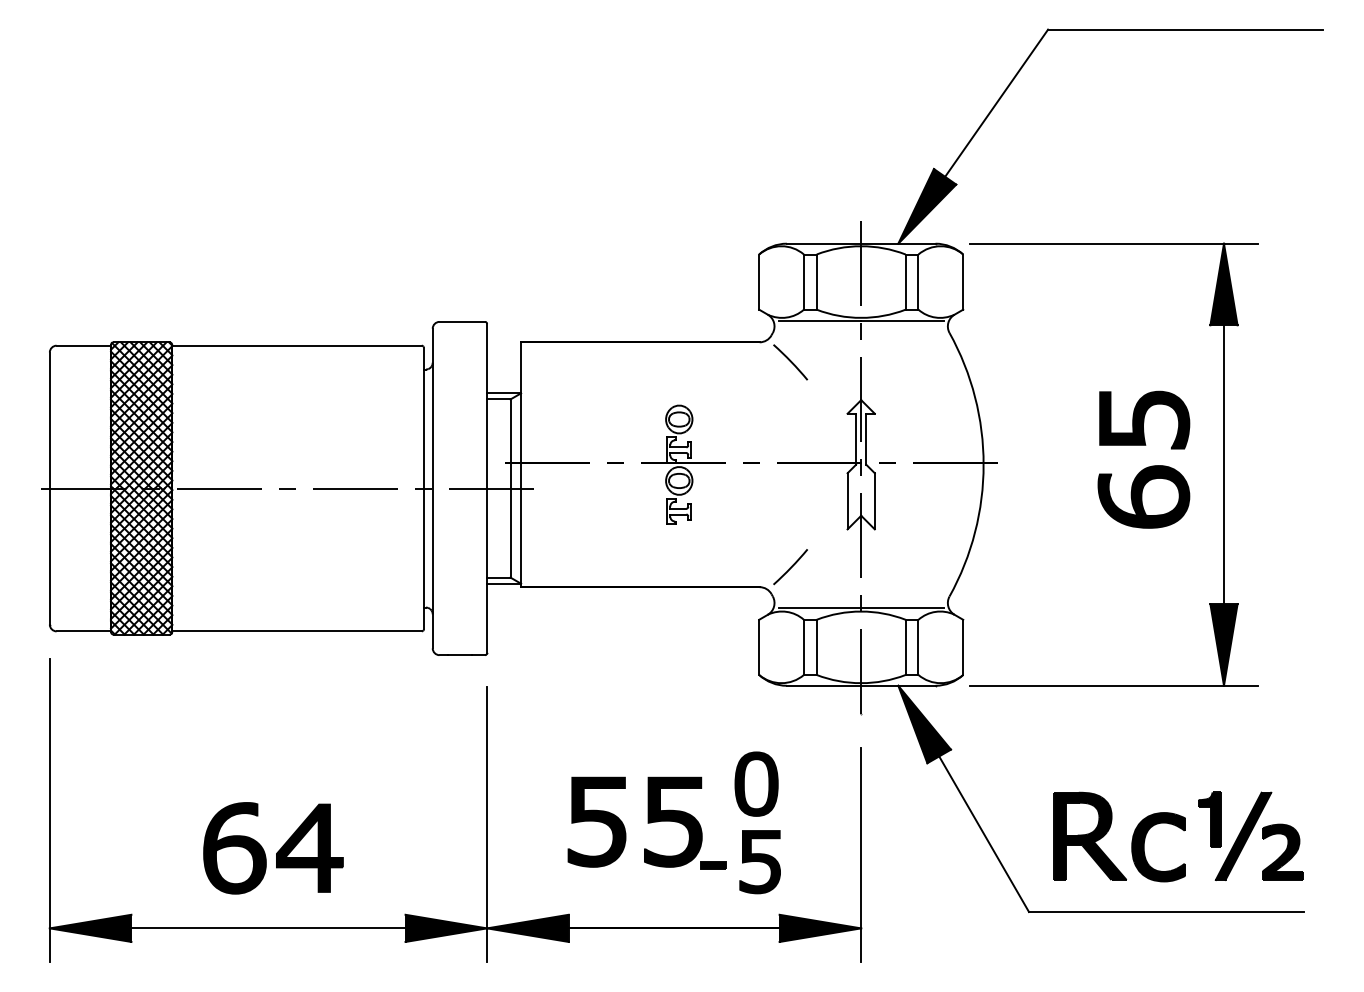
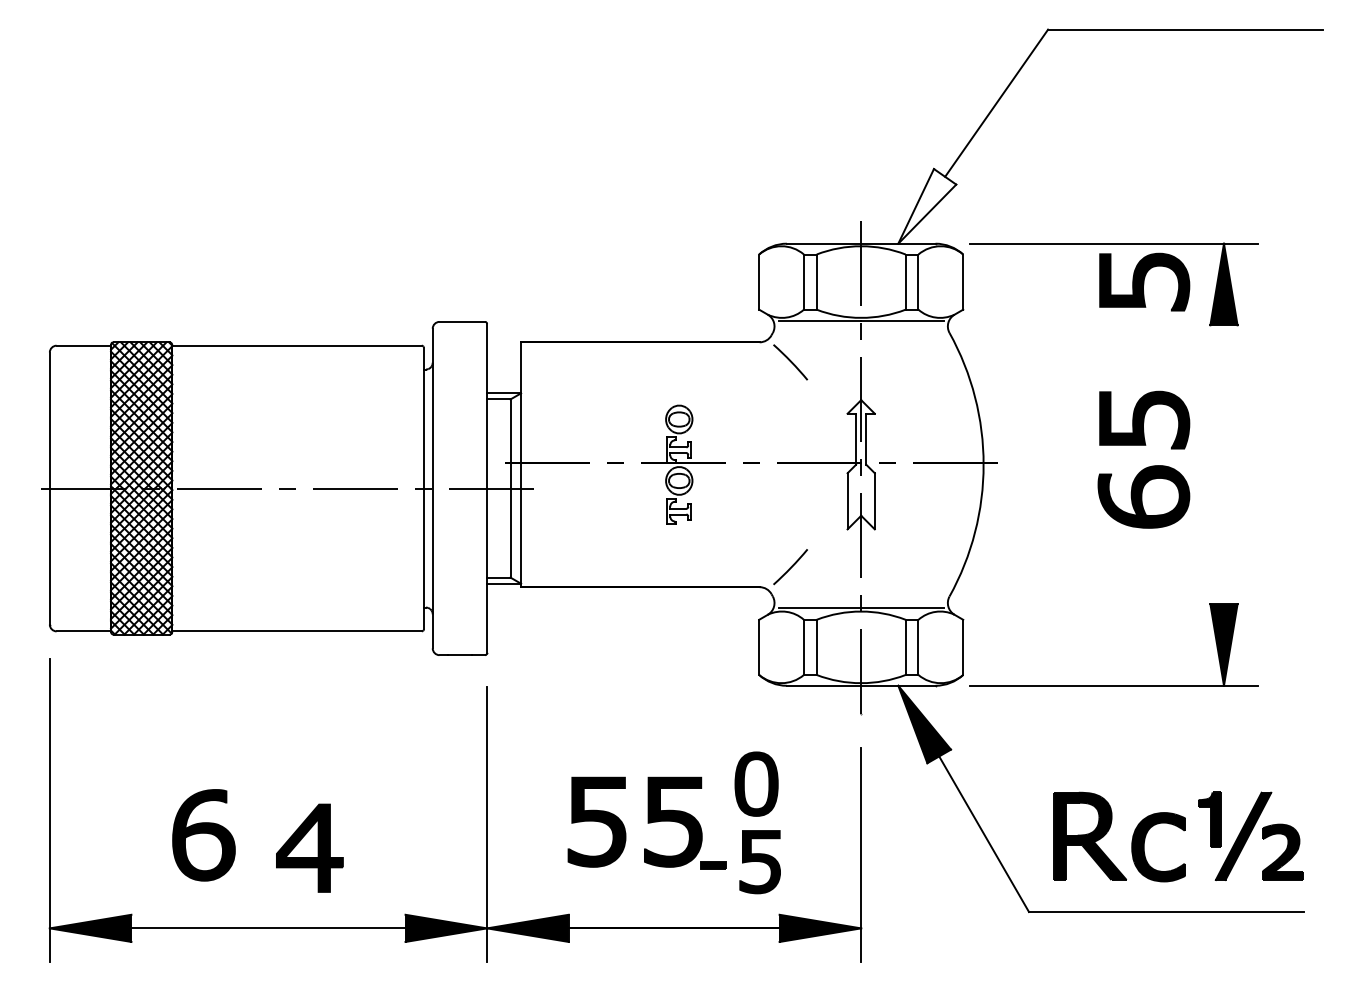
fill at (927, 206): present -> none
part at (1144, 281): none -> present
line at (1223, 464): present -> none
part at (234, 848) position: (234, 848) -> (203, 835)
